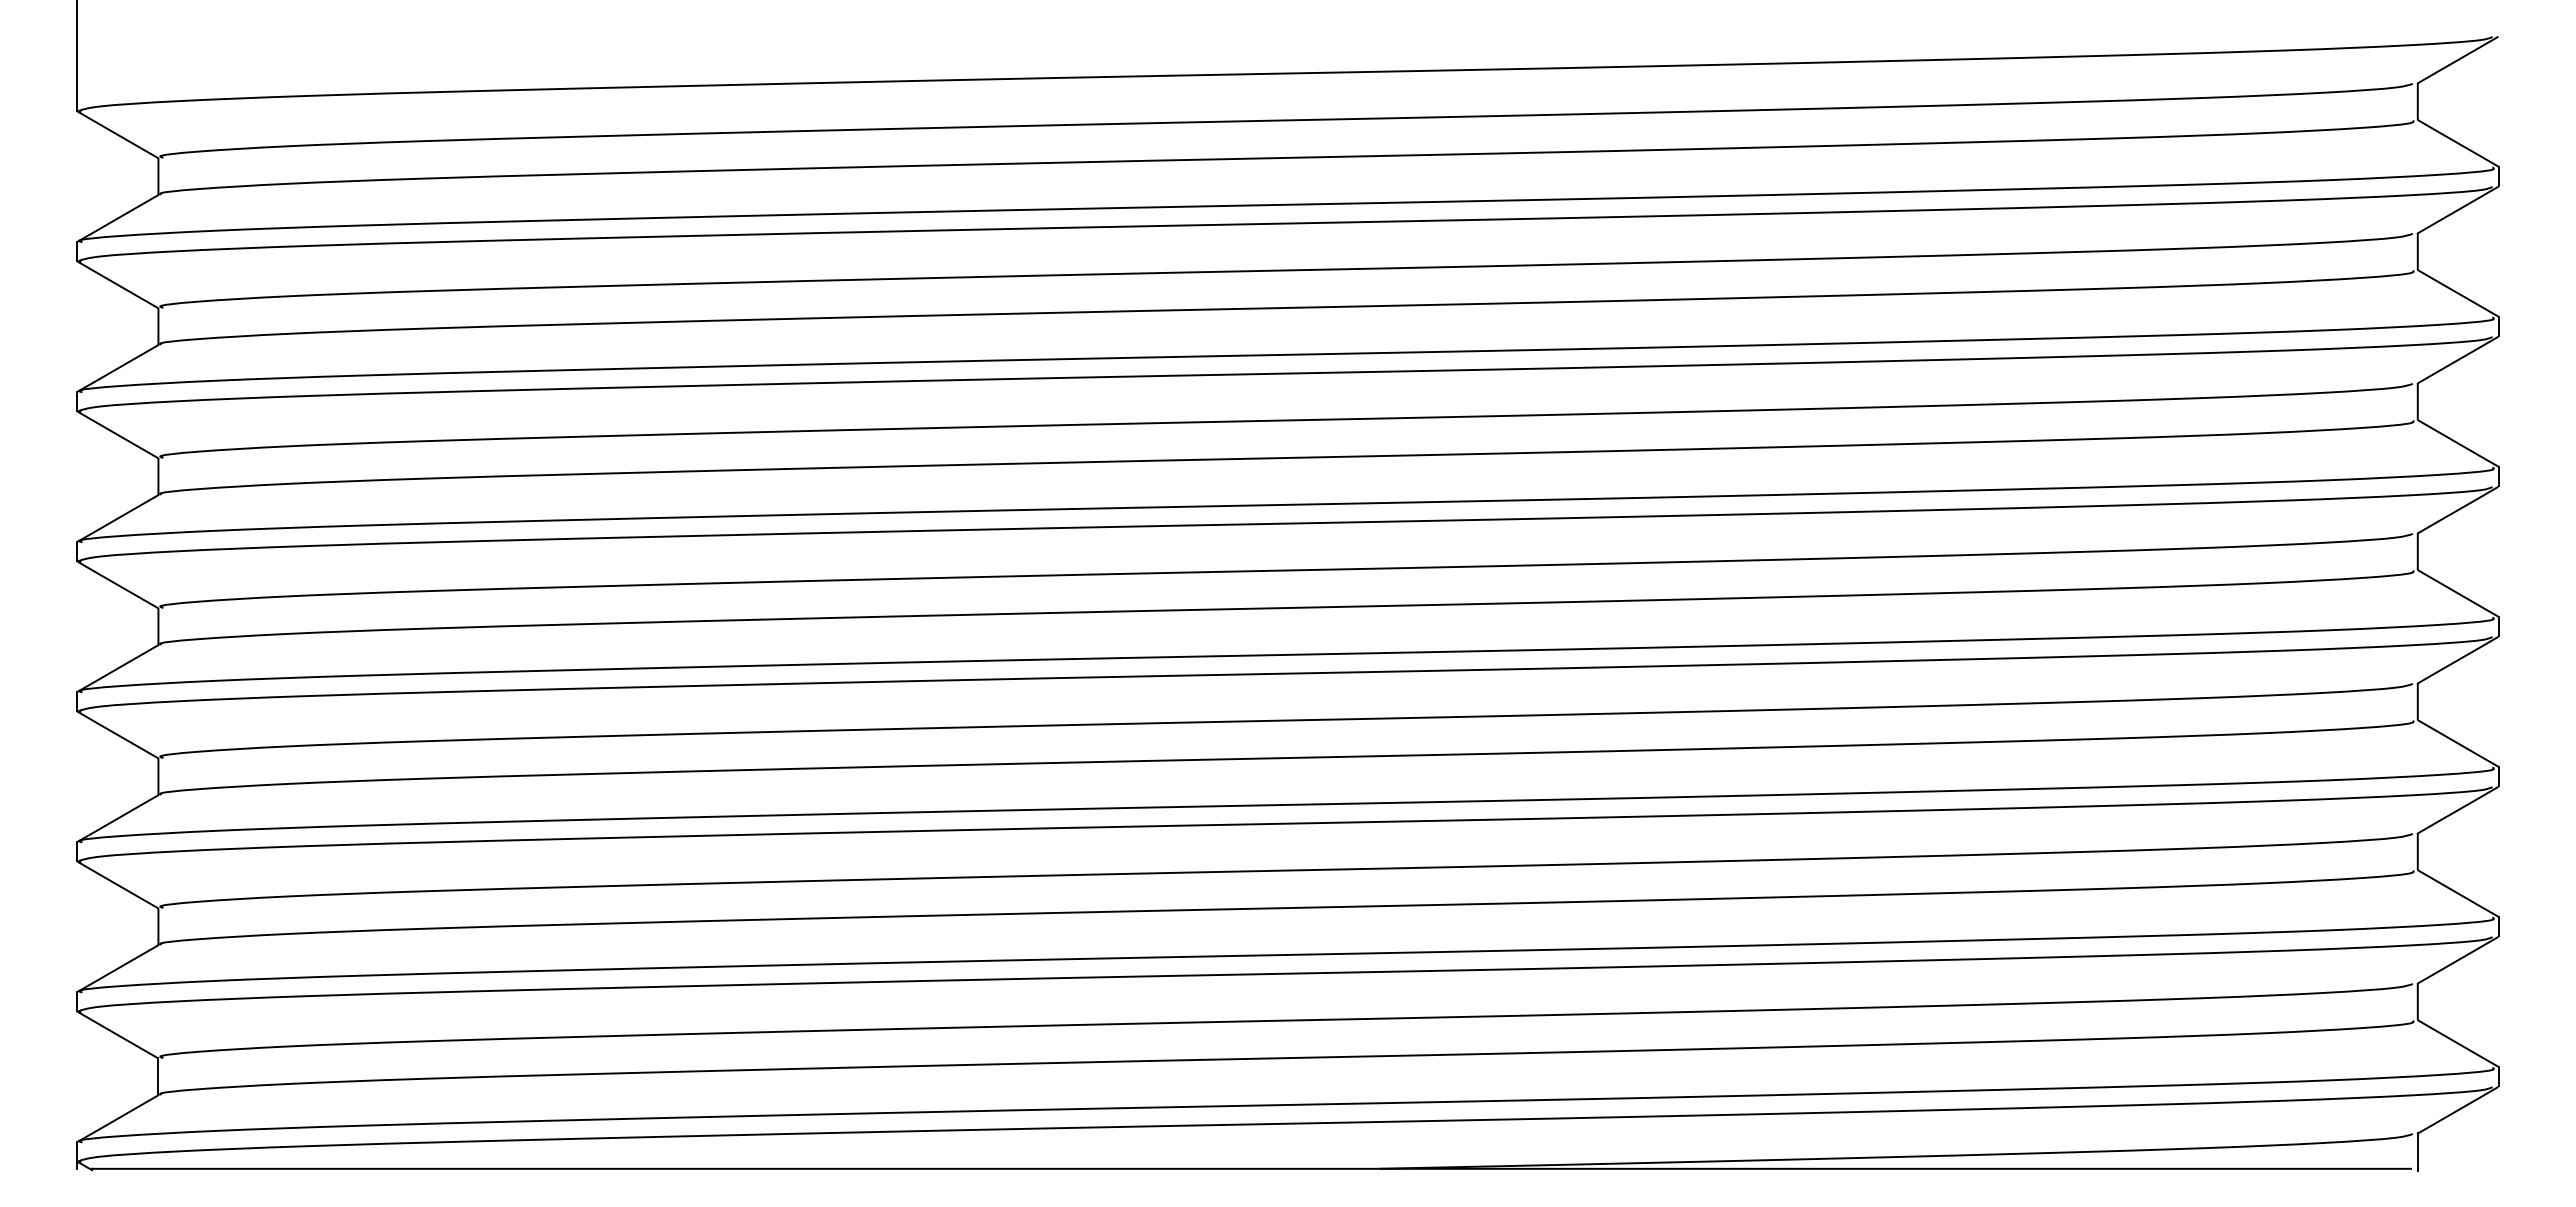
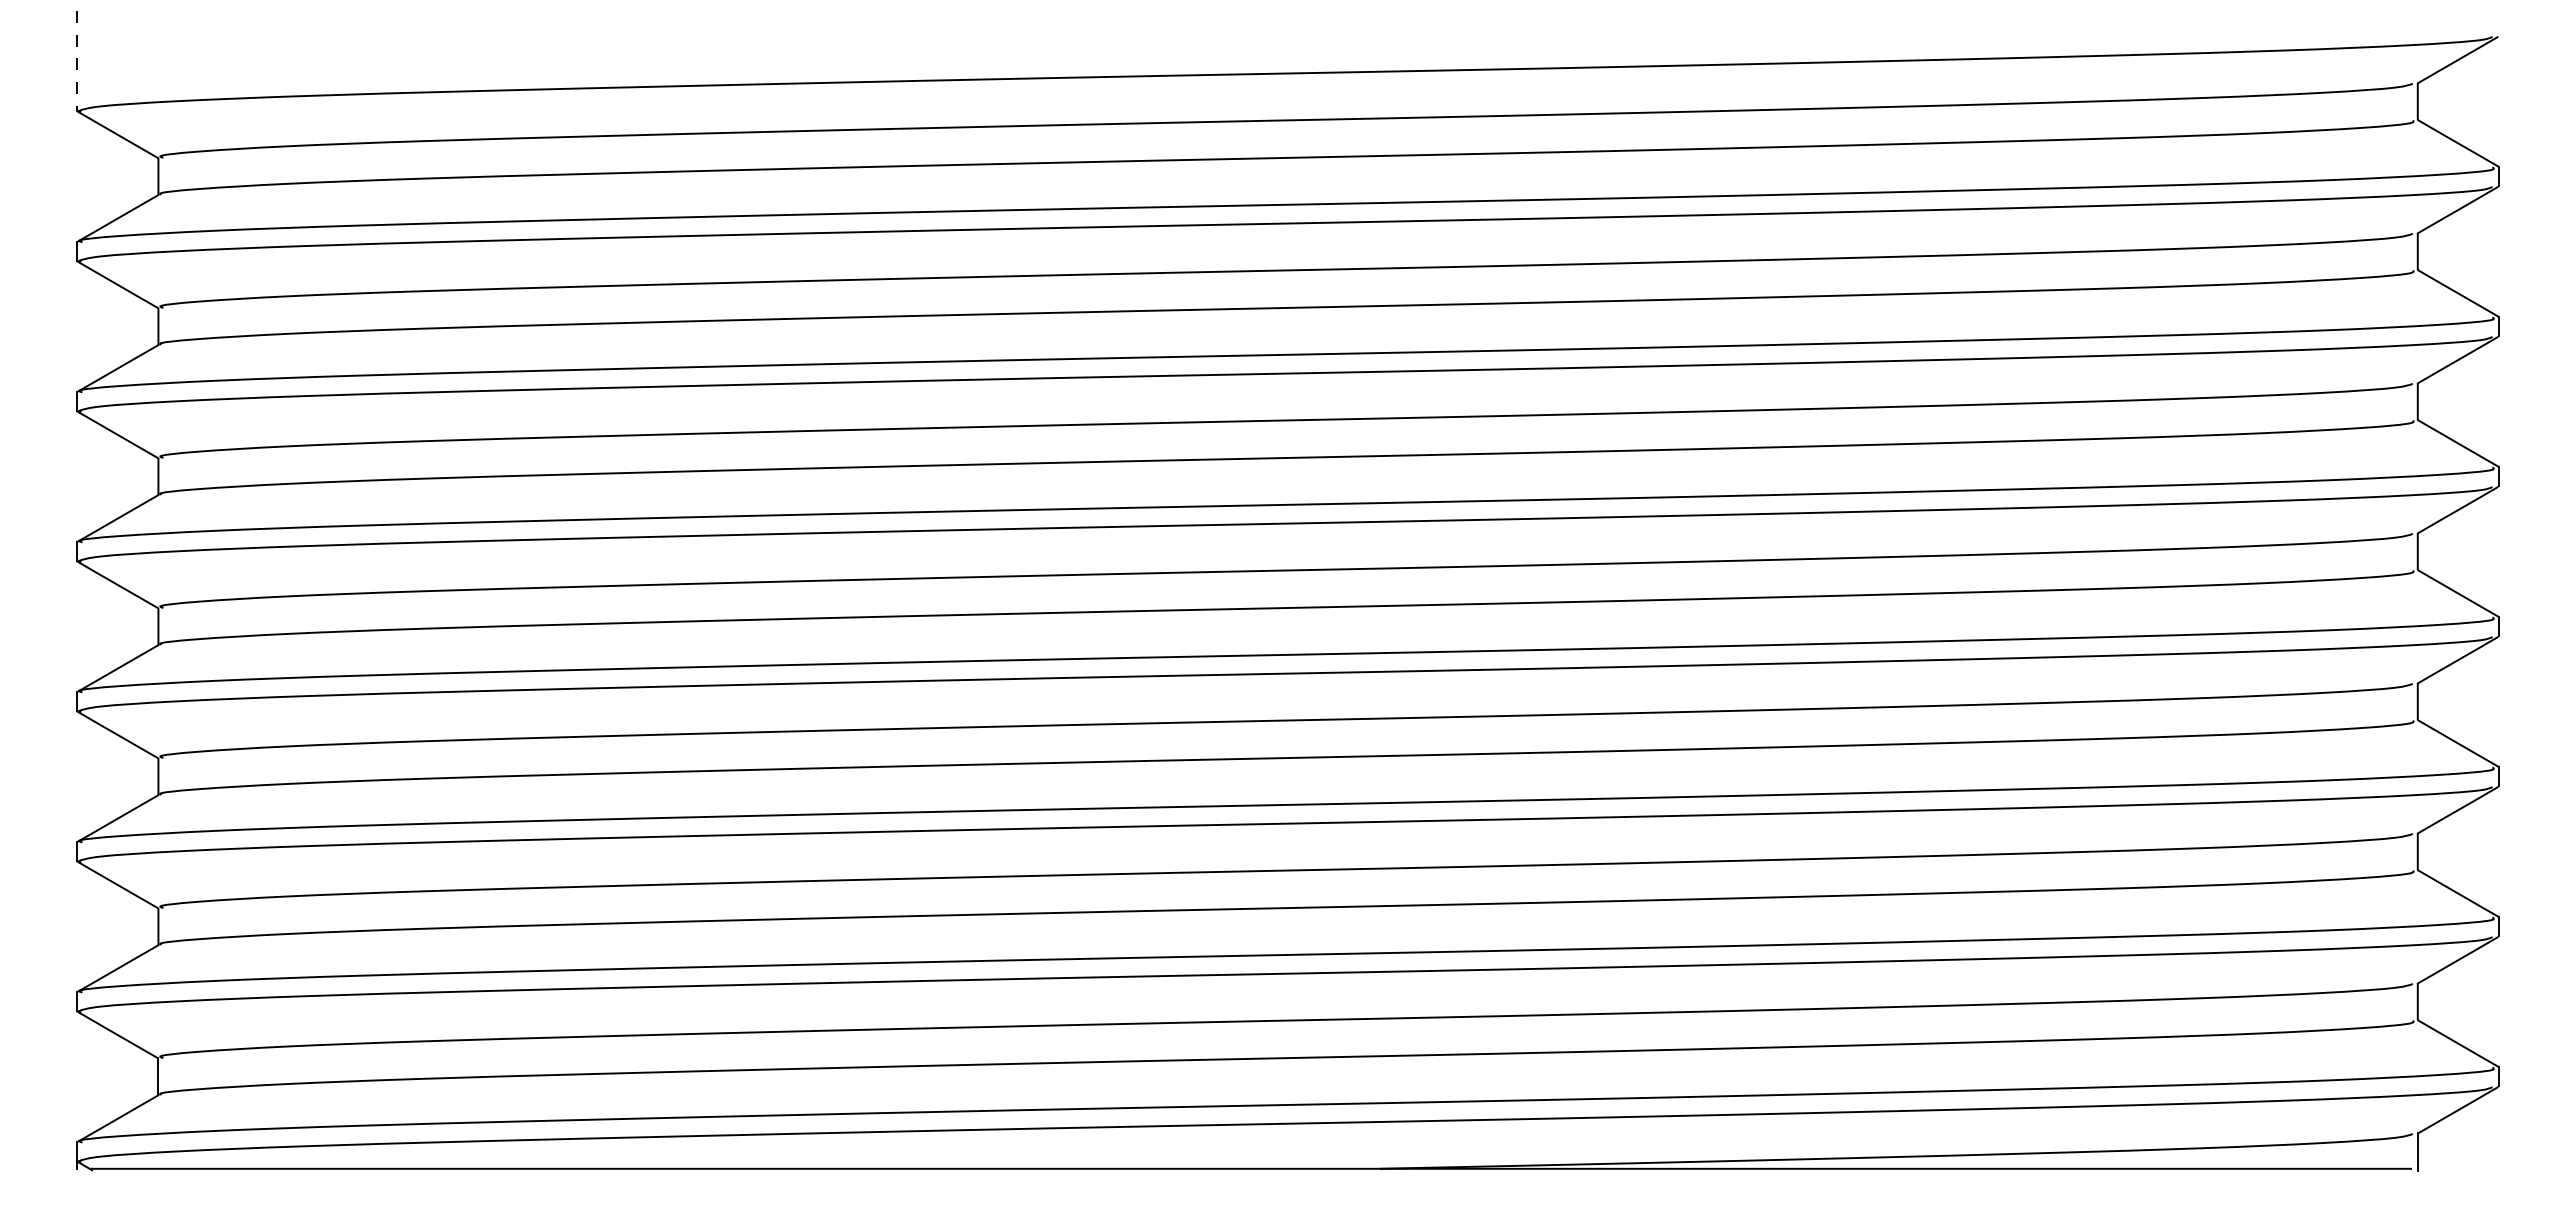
line at (77, 56): solid -> dashed
